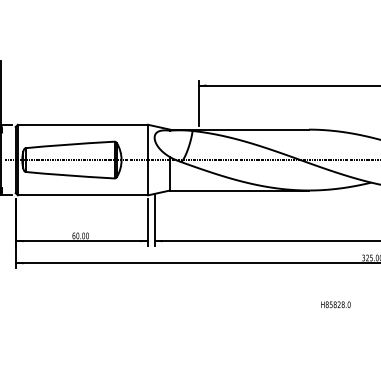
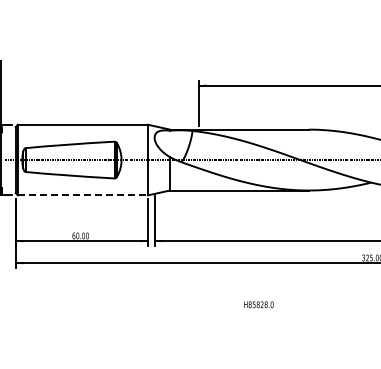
line at (83, 195): solid -> dashed
text at (335, 304) position: (335, 304) -> (258, 304)
